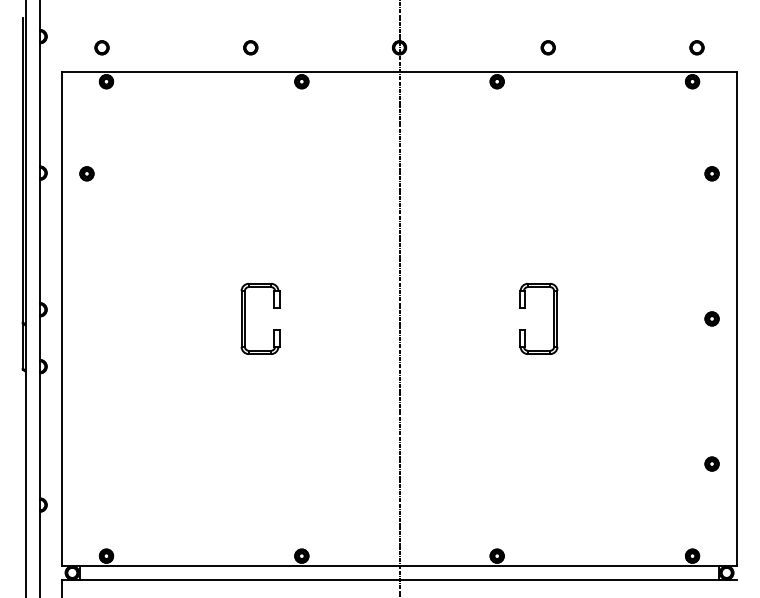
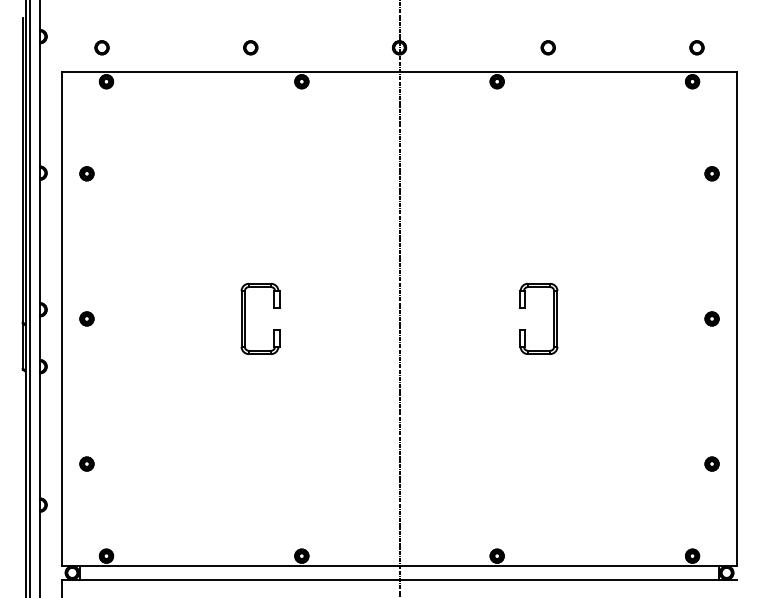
line at (30, 298): none -> present
part at (86, 318): none -> present
part at (86, 463): none -> present
